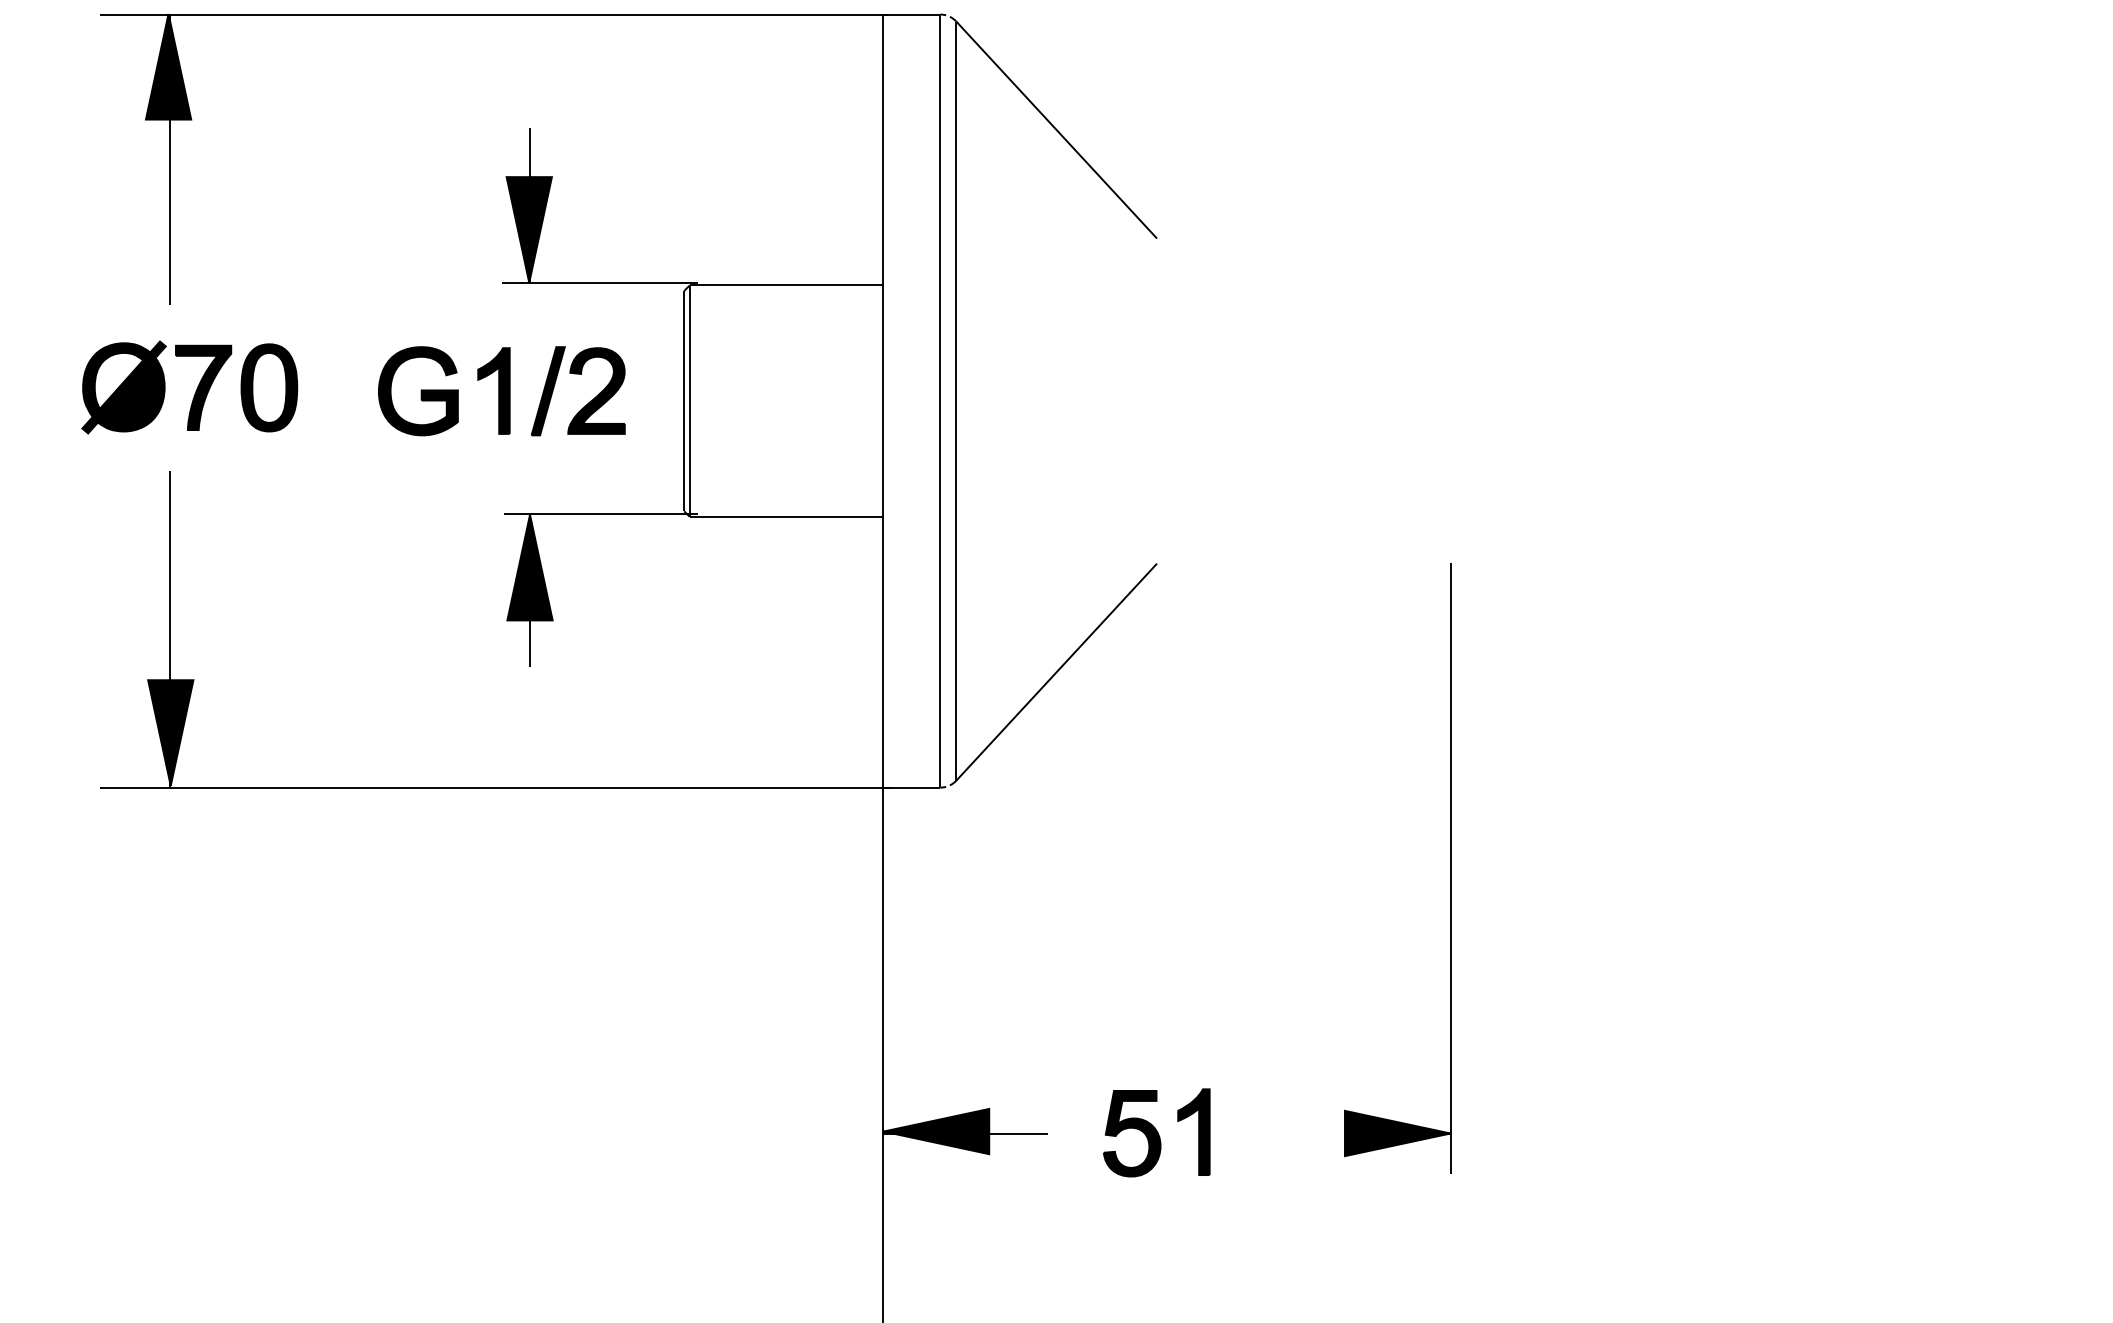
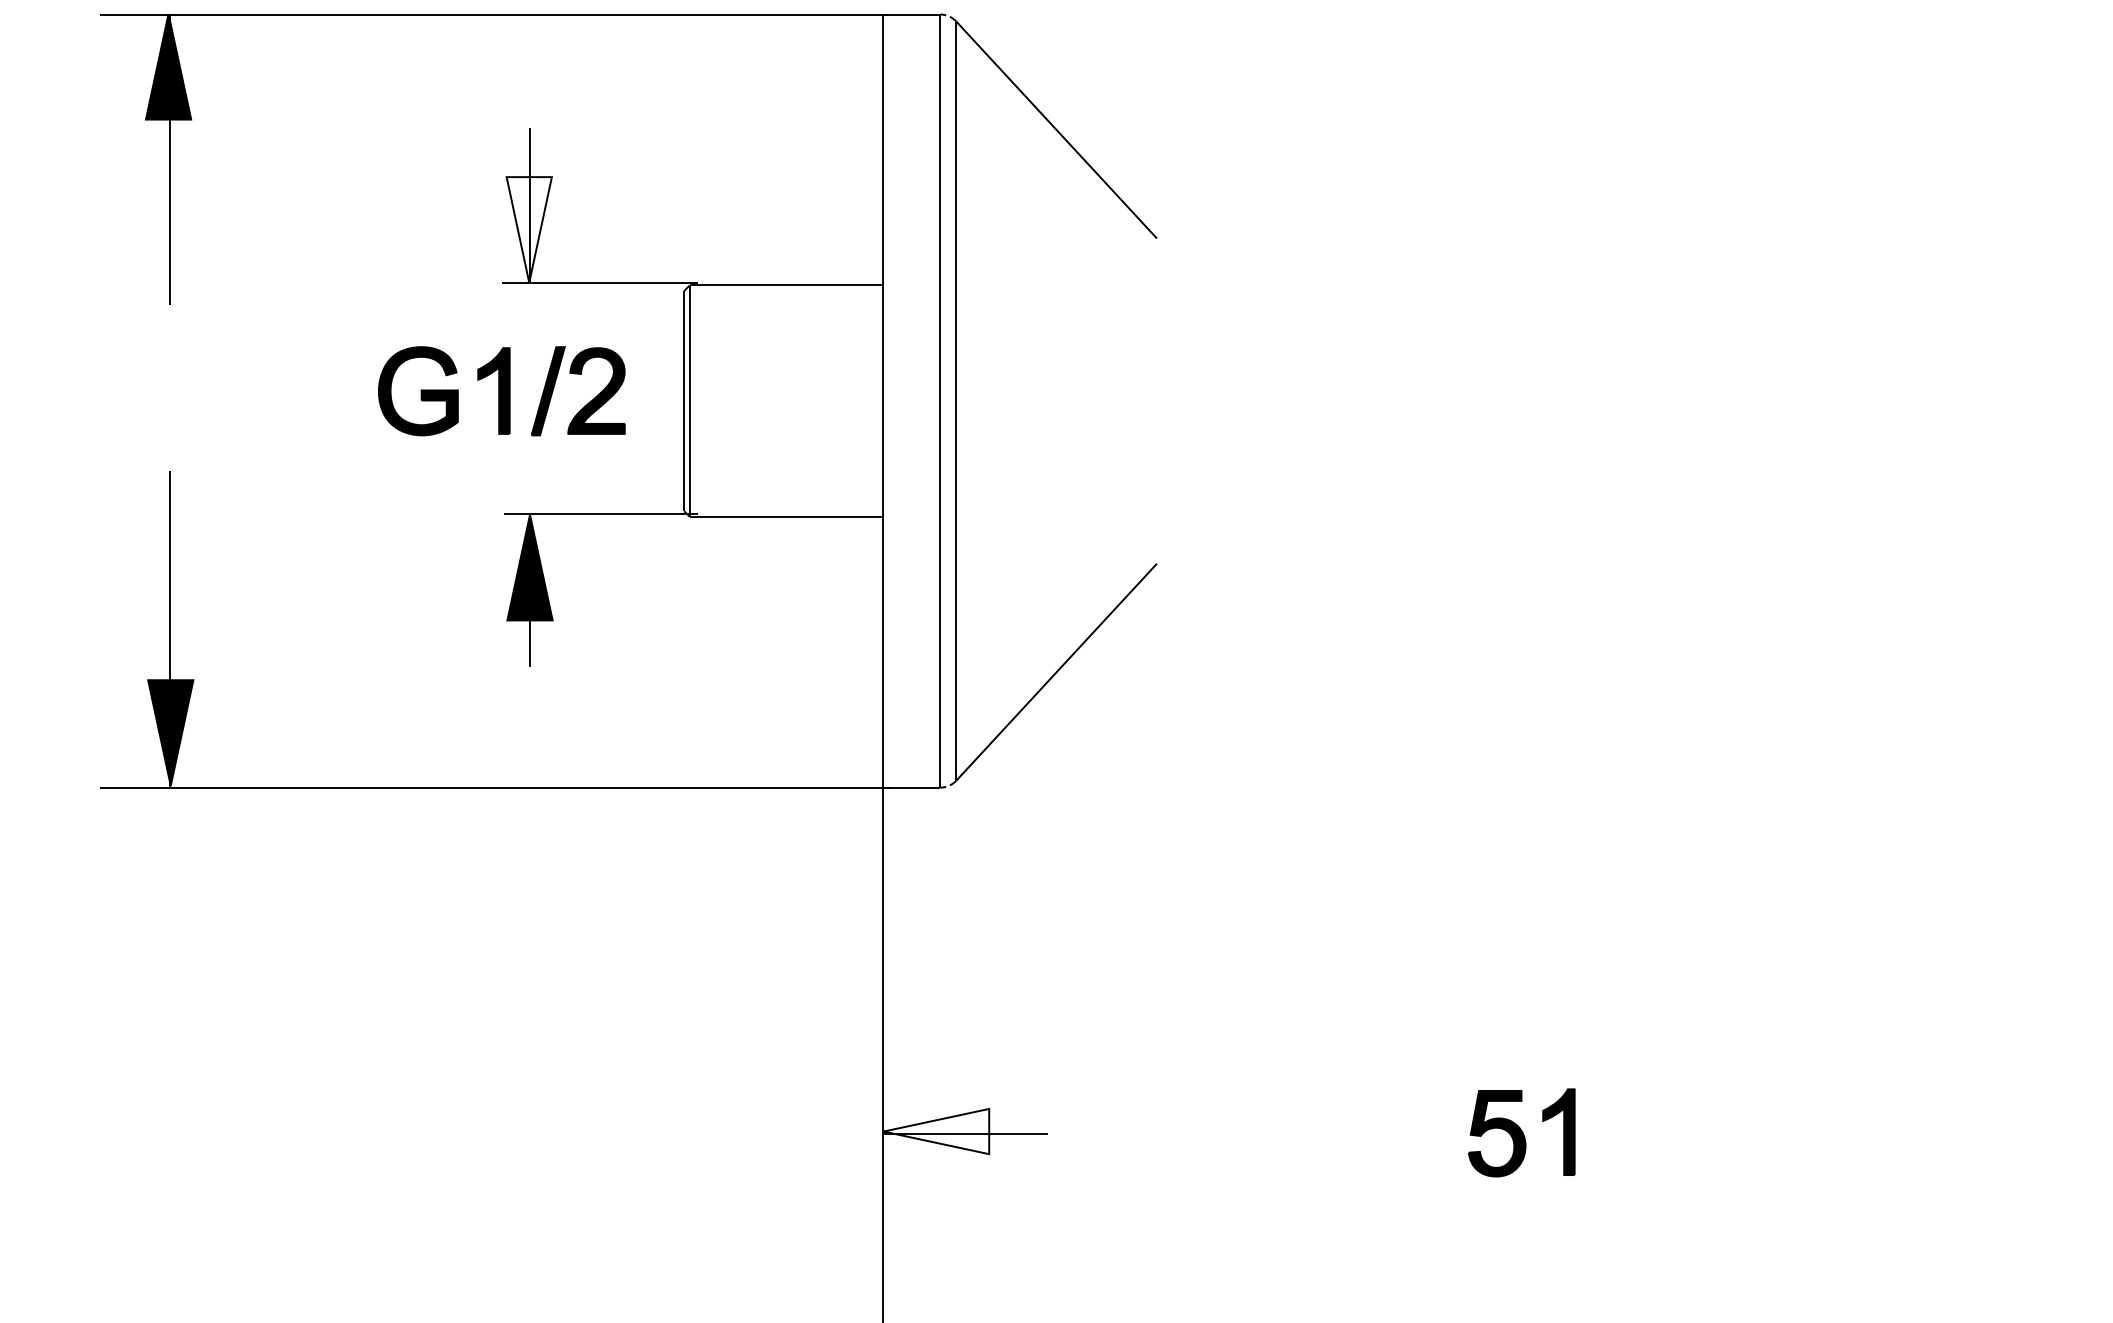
fill at (528, 229): present -> none
part at (196, 388): present -> none
part at (1450, 868): present -> none
fill at (936, 1131): present -> none
part at (1156, 1132) position: (1156, 1132) -> (1521, 1132)
